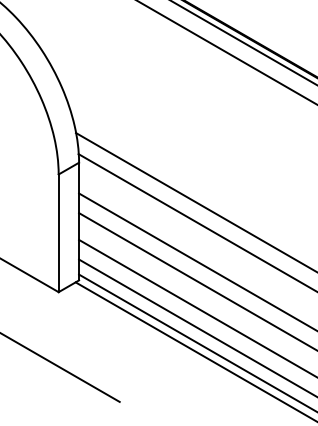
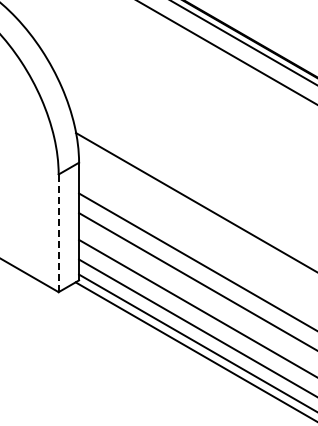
line at (196, 222): present -> none
line at (58, 233): solid -> dashed
line at (60, 367): present -> none
